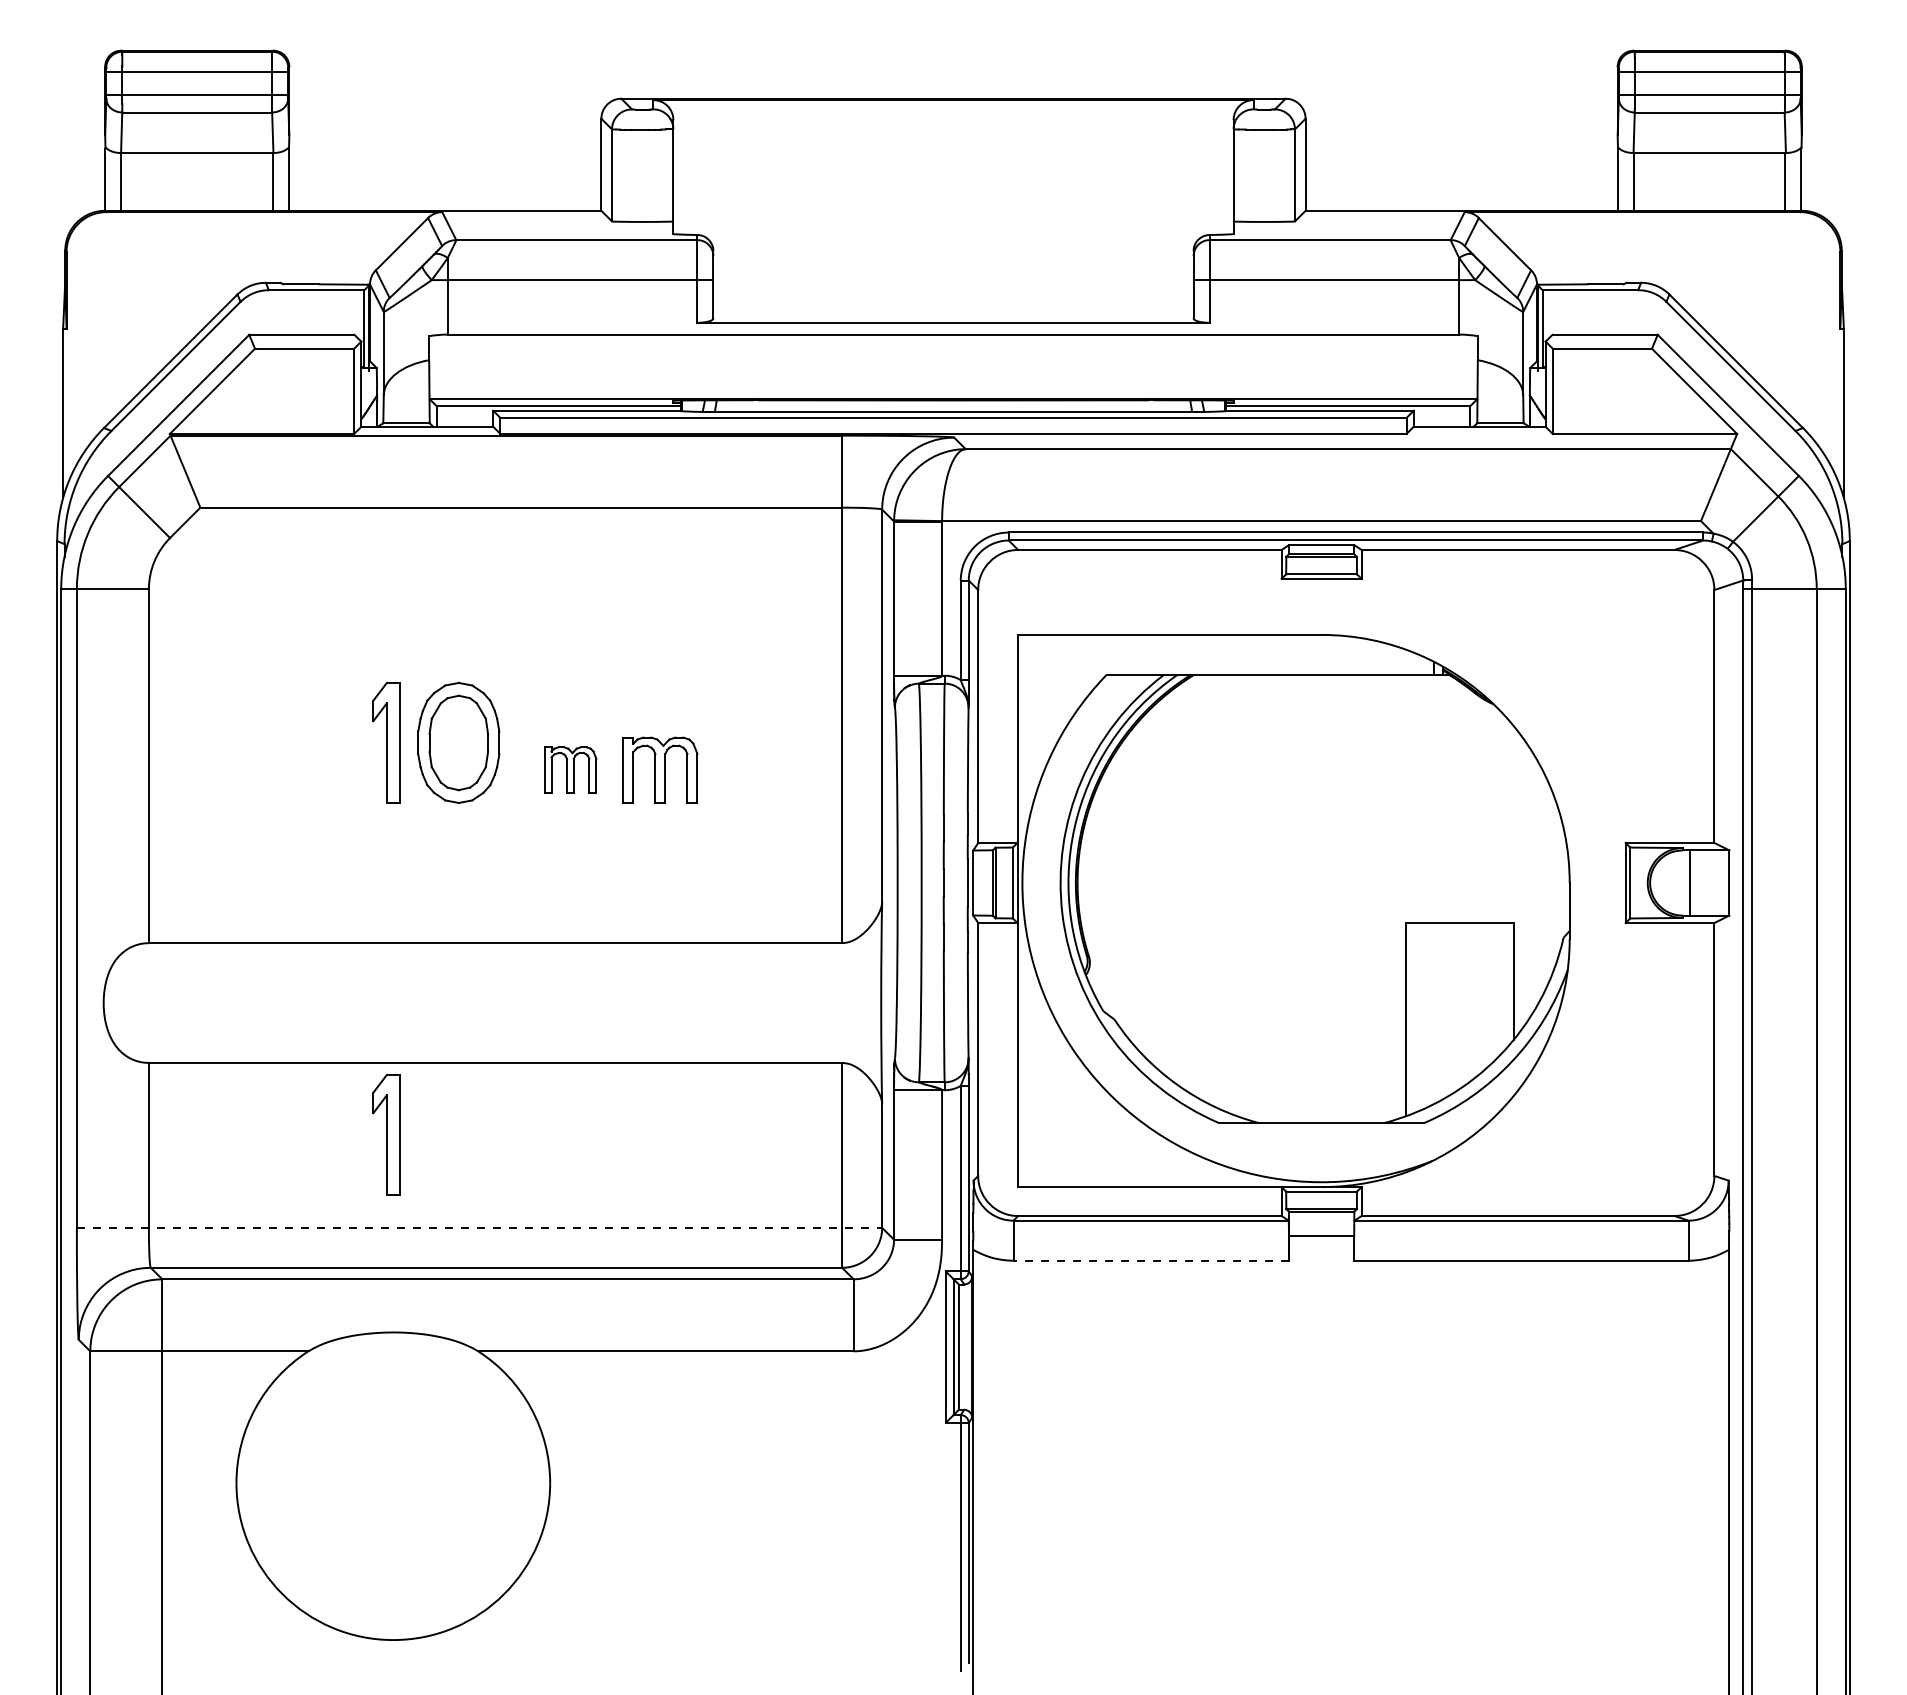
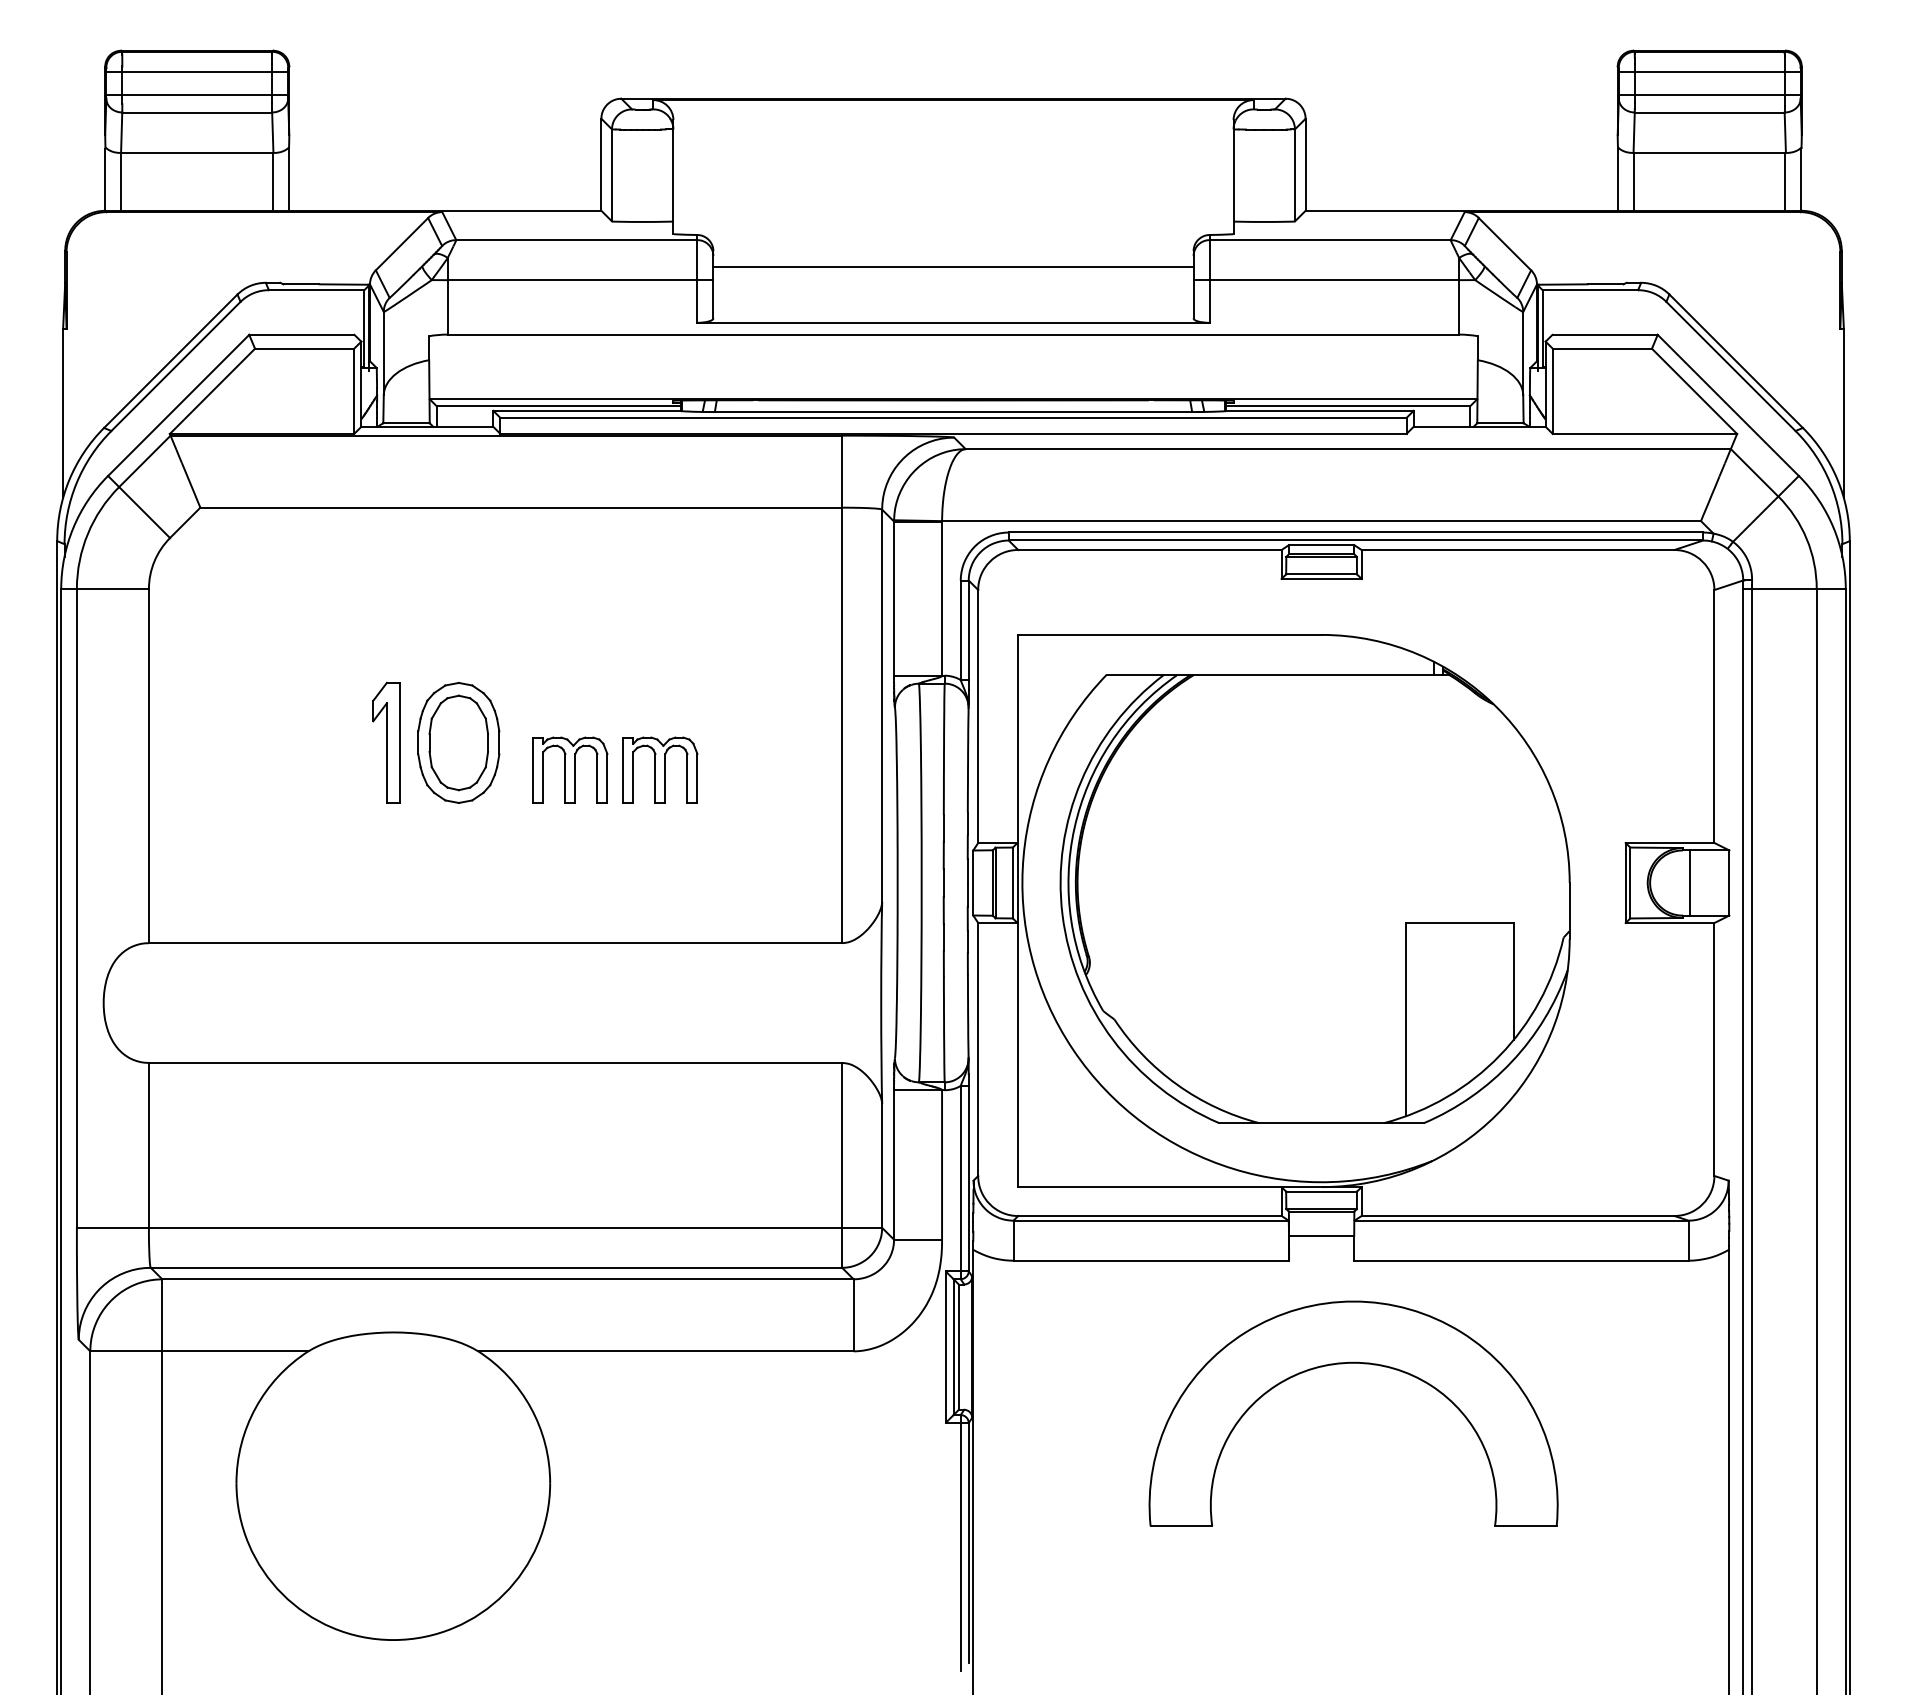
line at (953, 266): none -> present
part at (570, 769) size: 54x48 px -> 77x68 px
part at (386, 1134): present -> none
line at (479, 1227): dashed -> solid
line at (1151, 1260): dashed -> solid
part at (1353, 1363): none -> present
